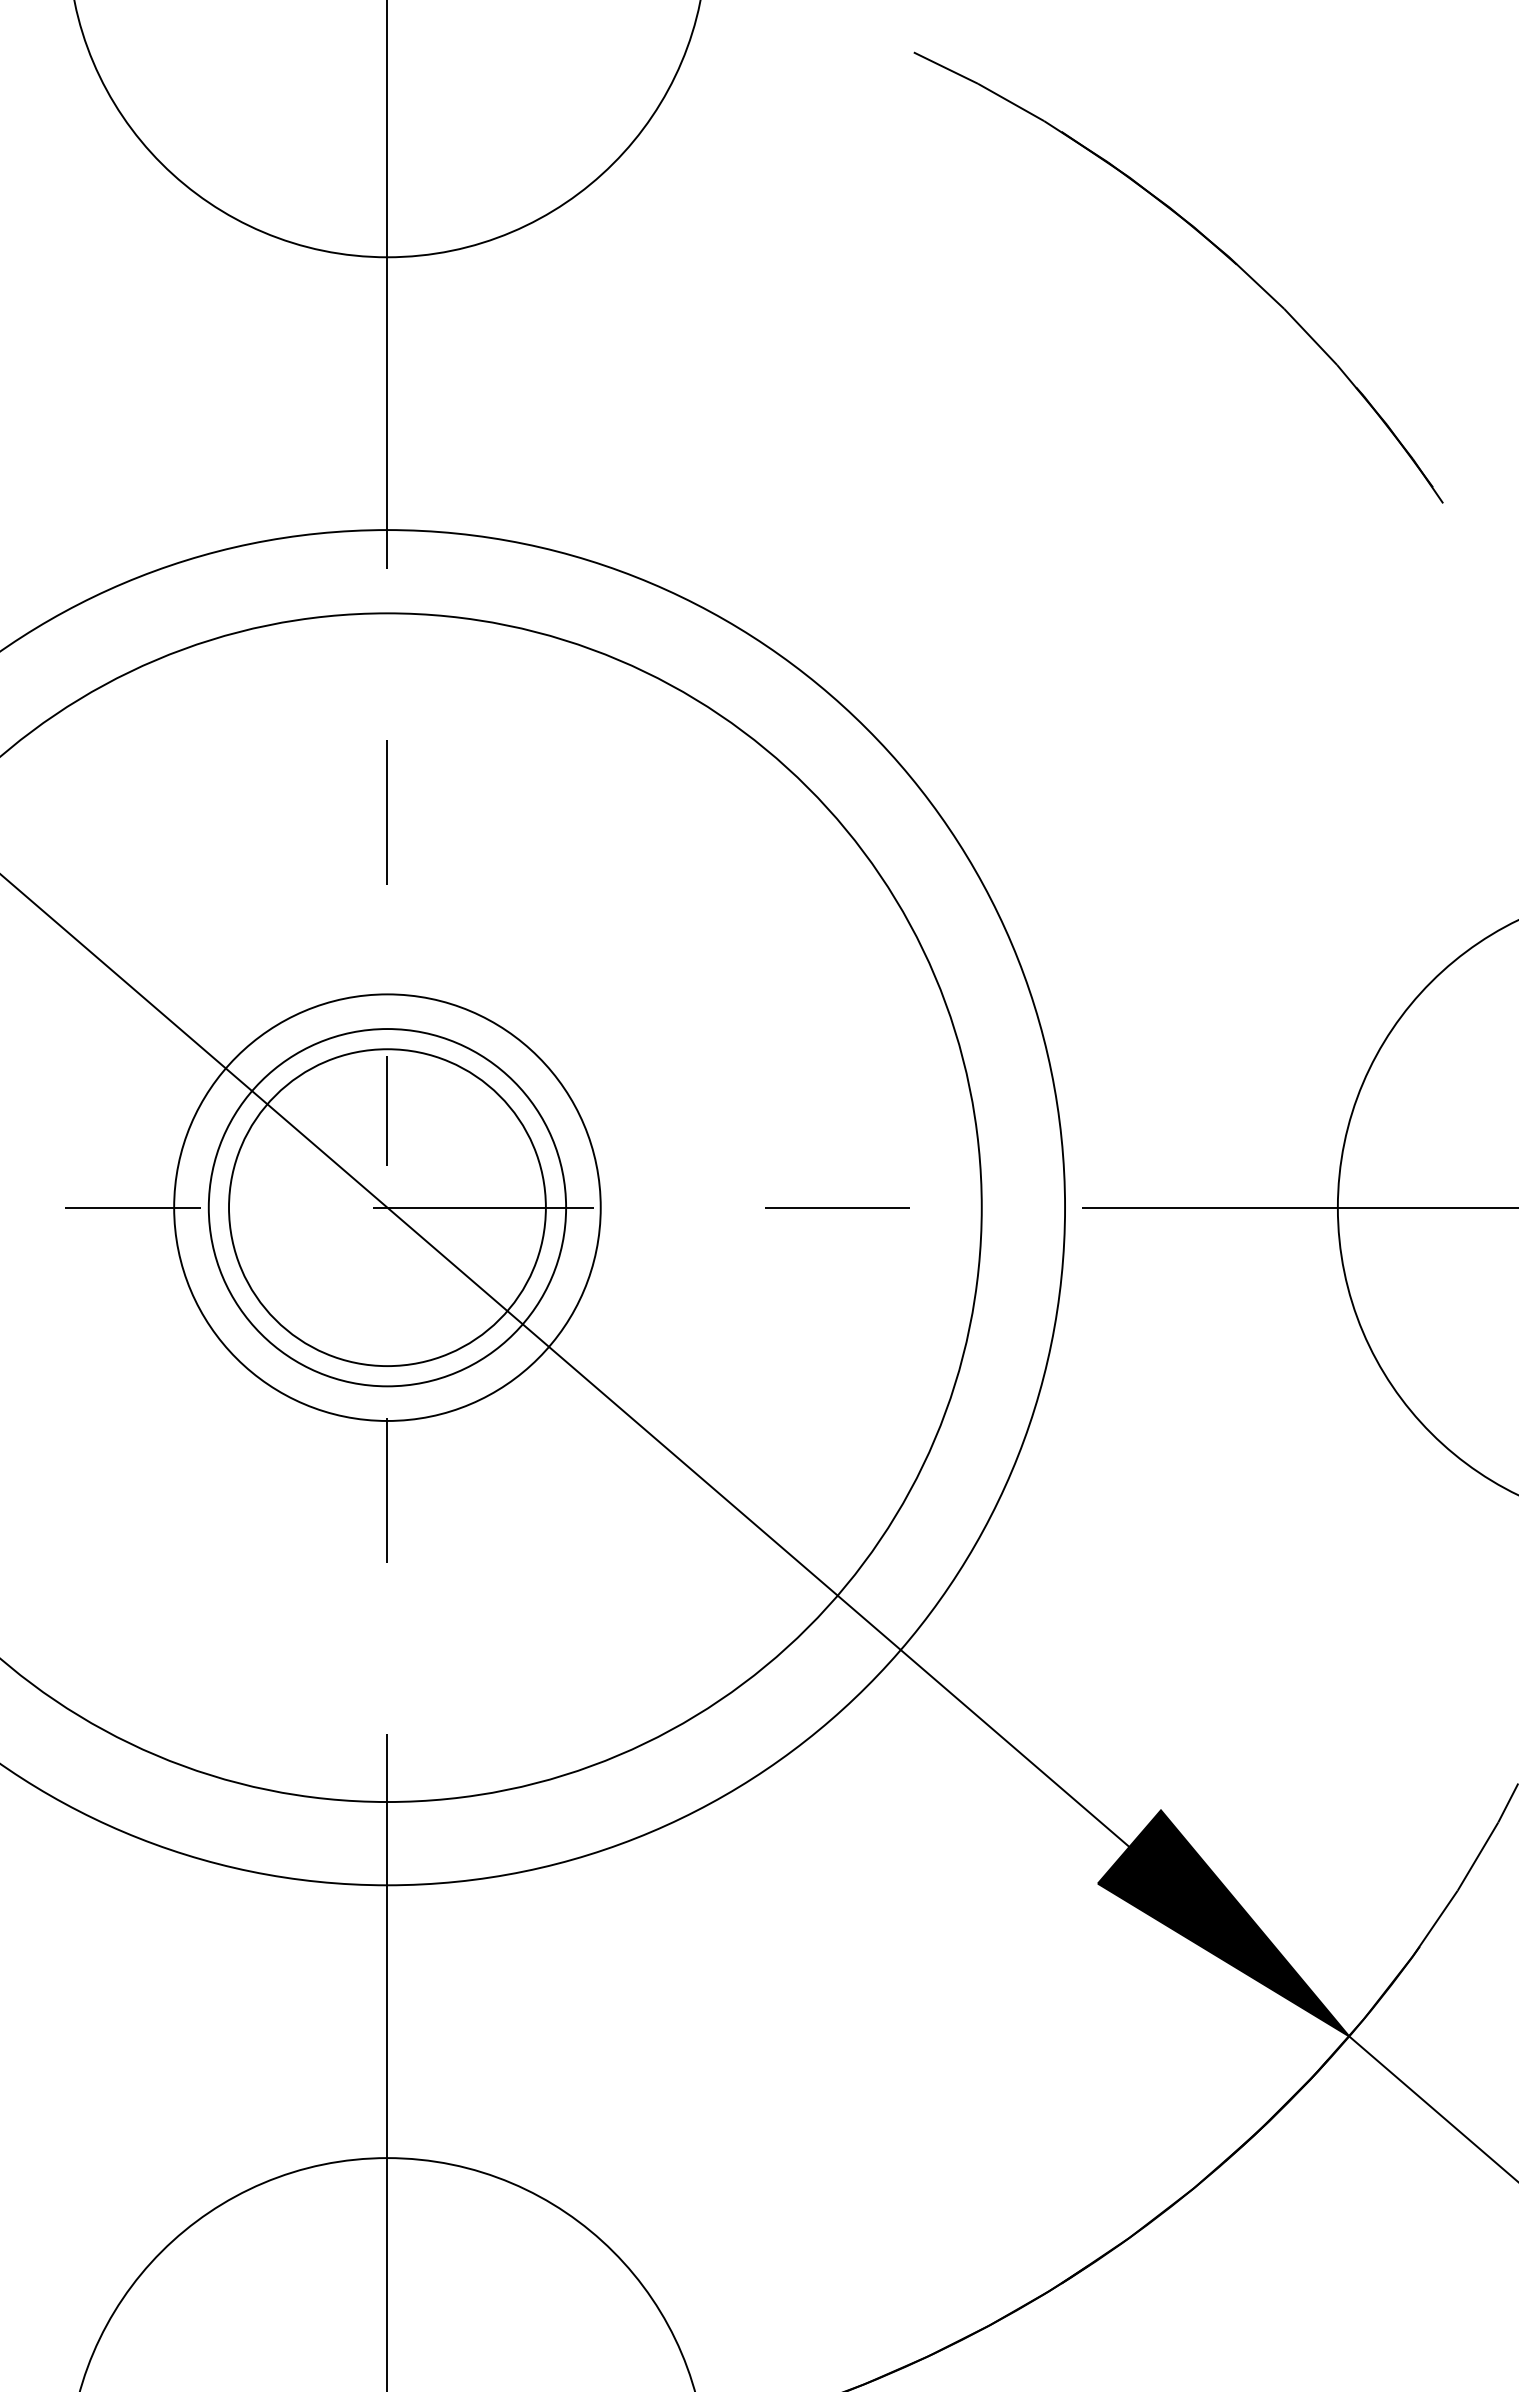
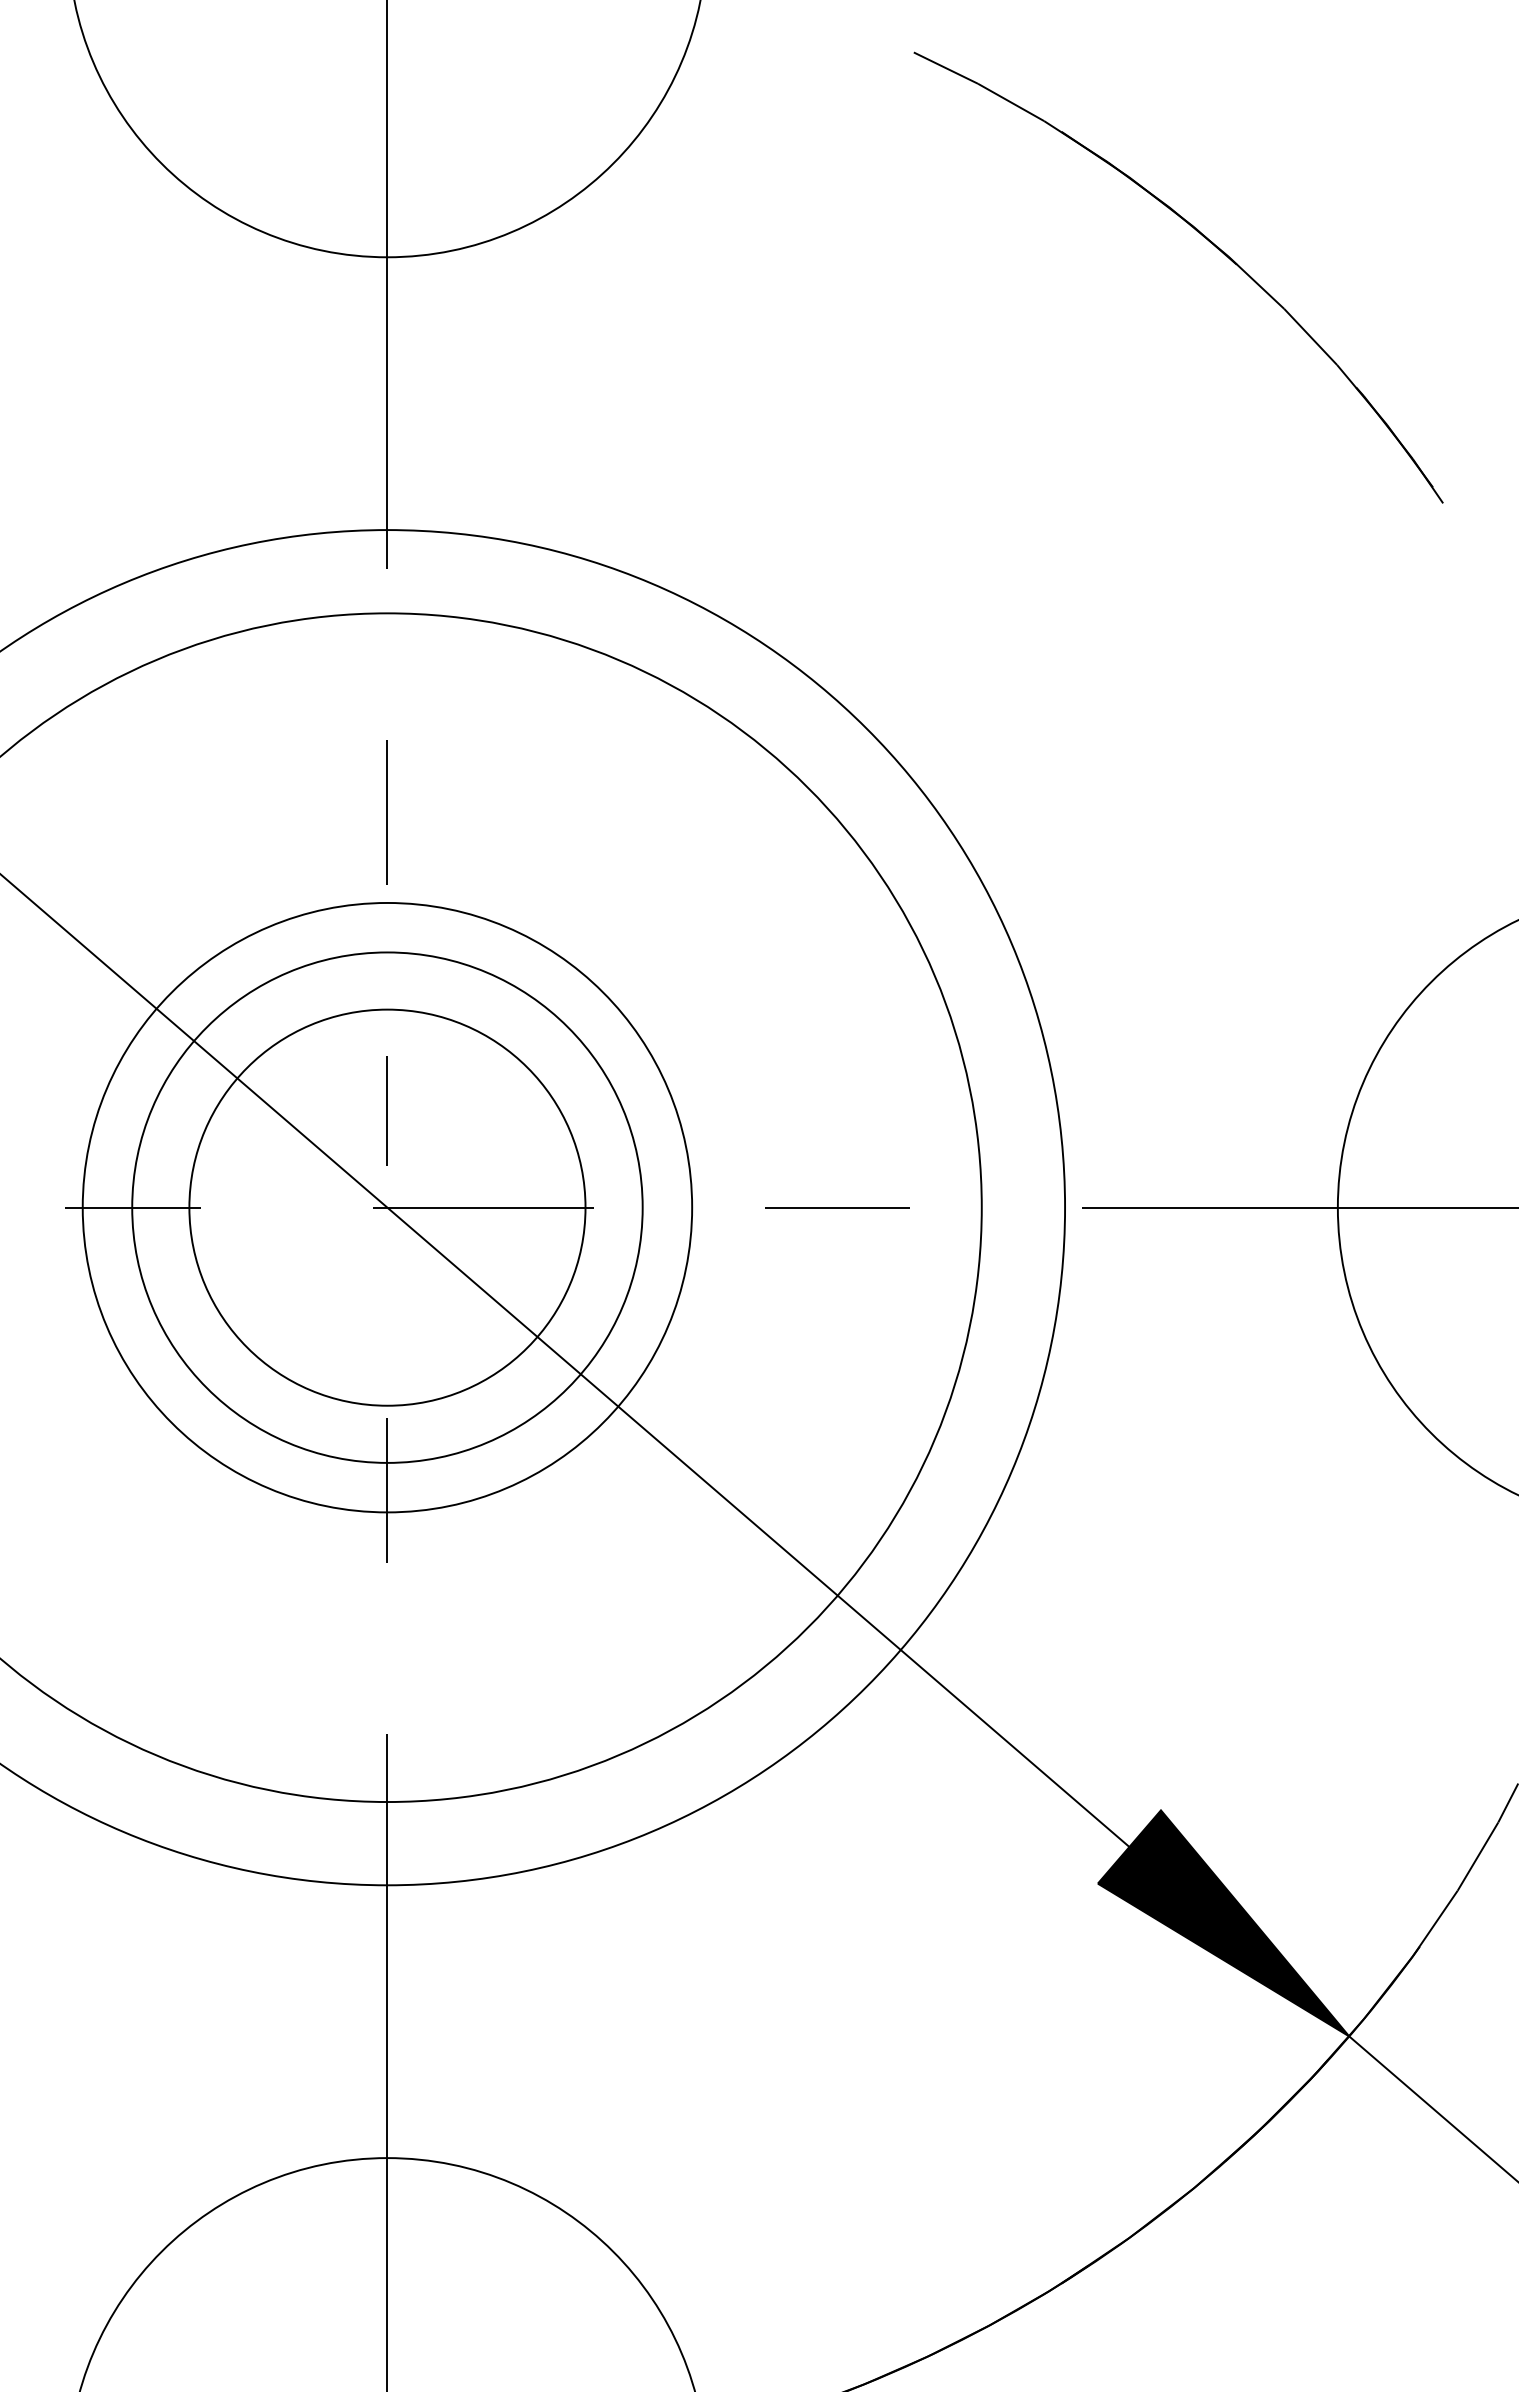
circle at (387, 1207) diameter: 317 px -> 396 px
circle at (387, 1207) diameter: 357 px -> 510 px
circle at (387, 1207) diameter: 427 px -> 609 px
